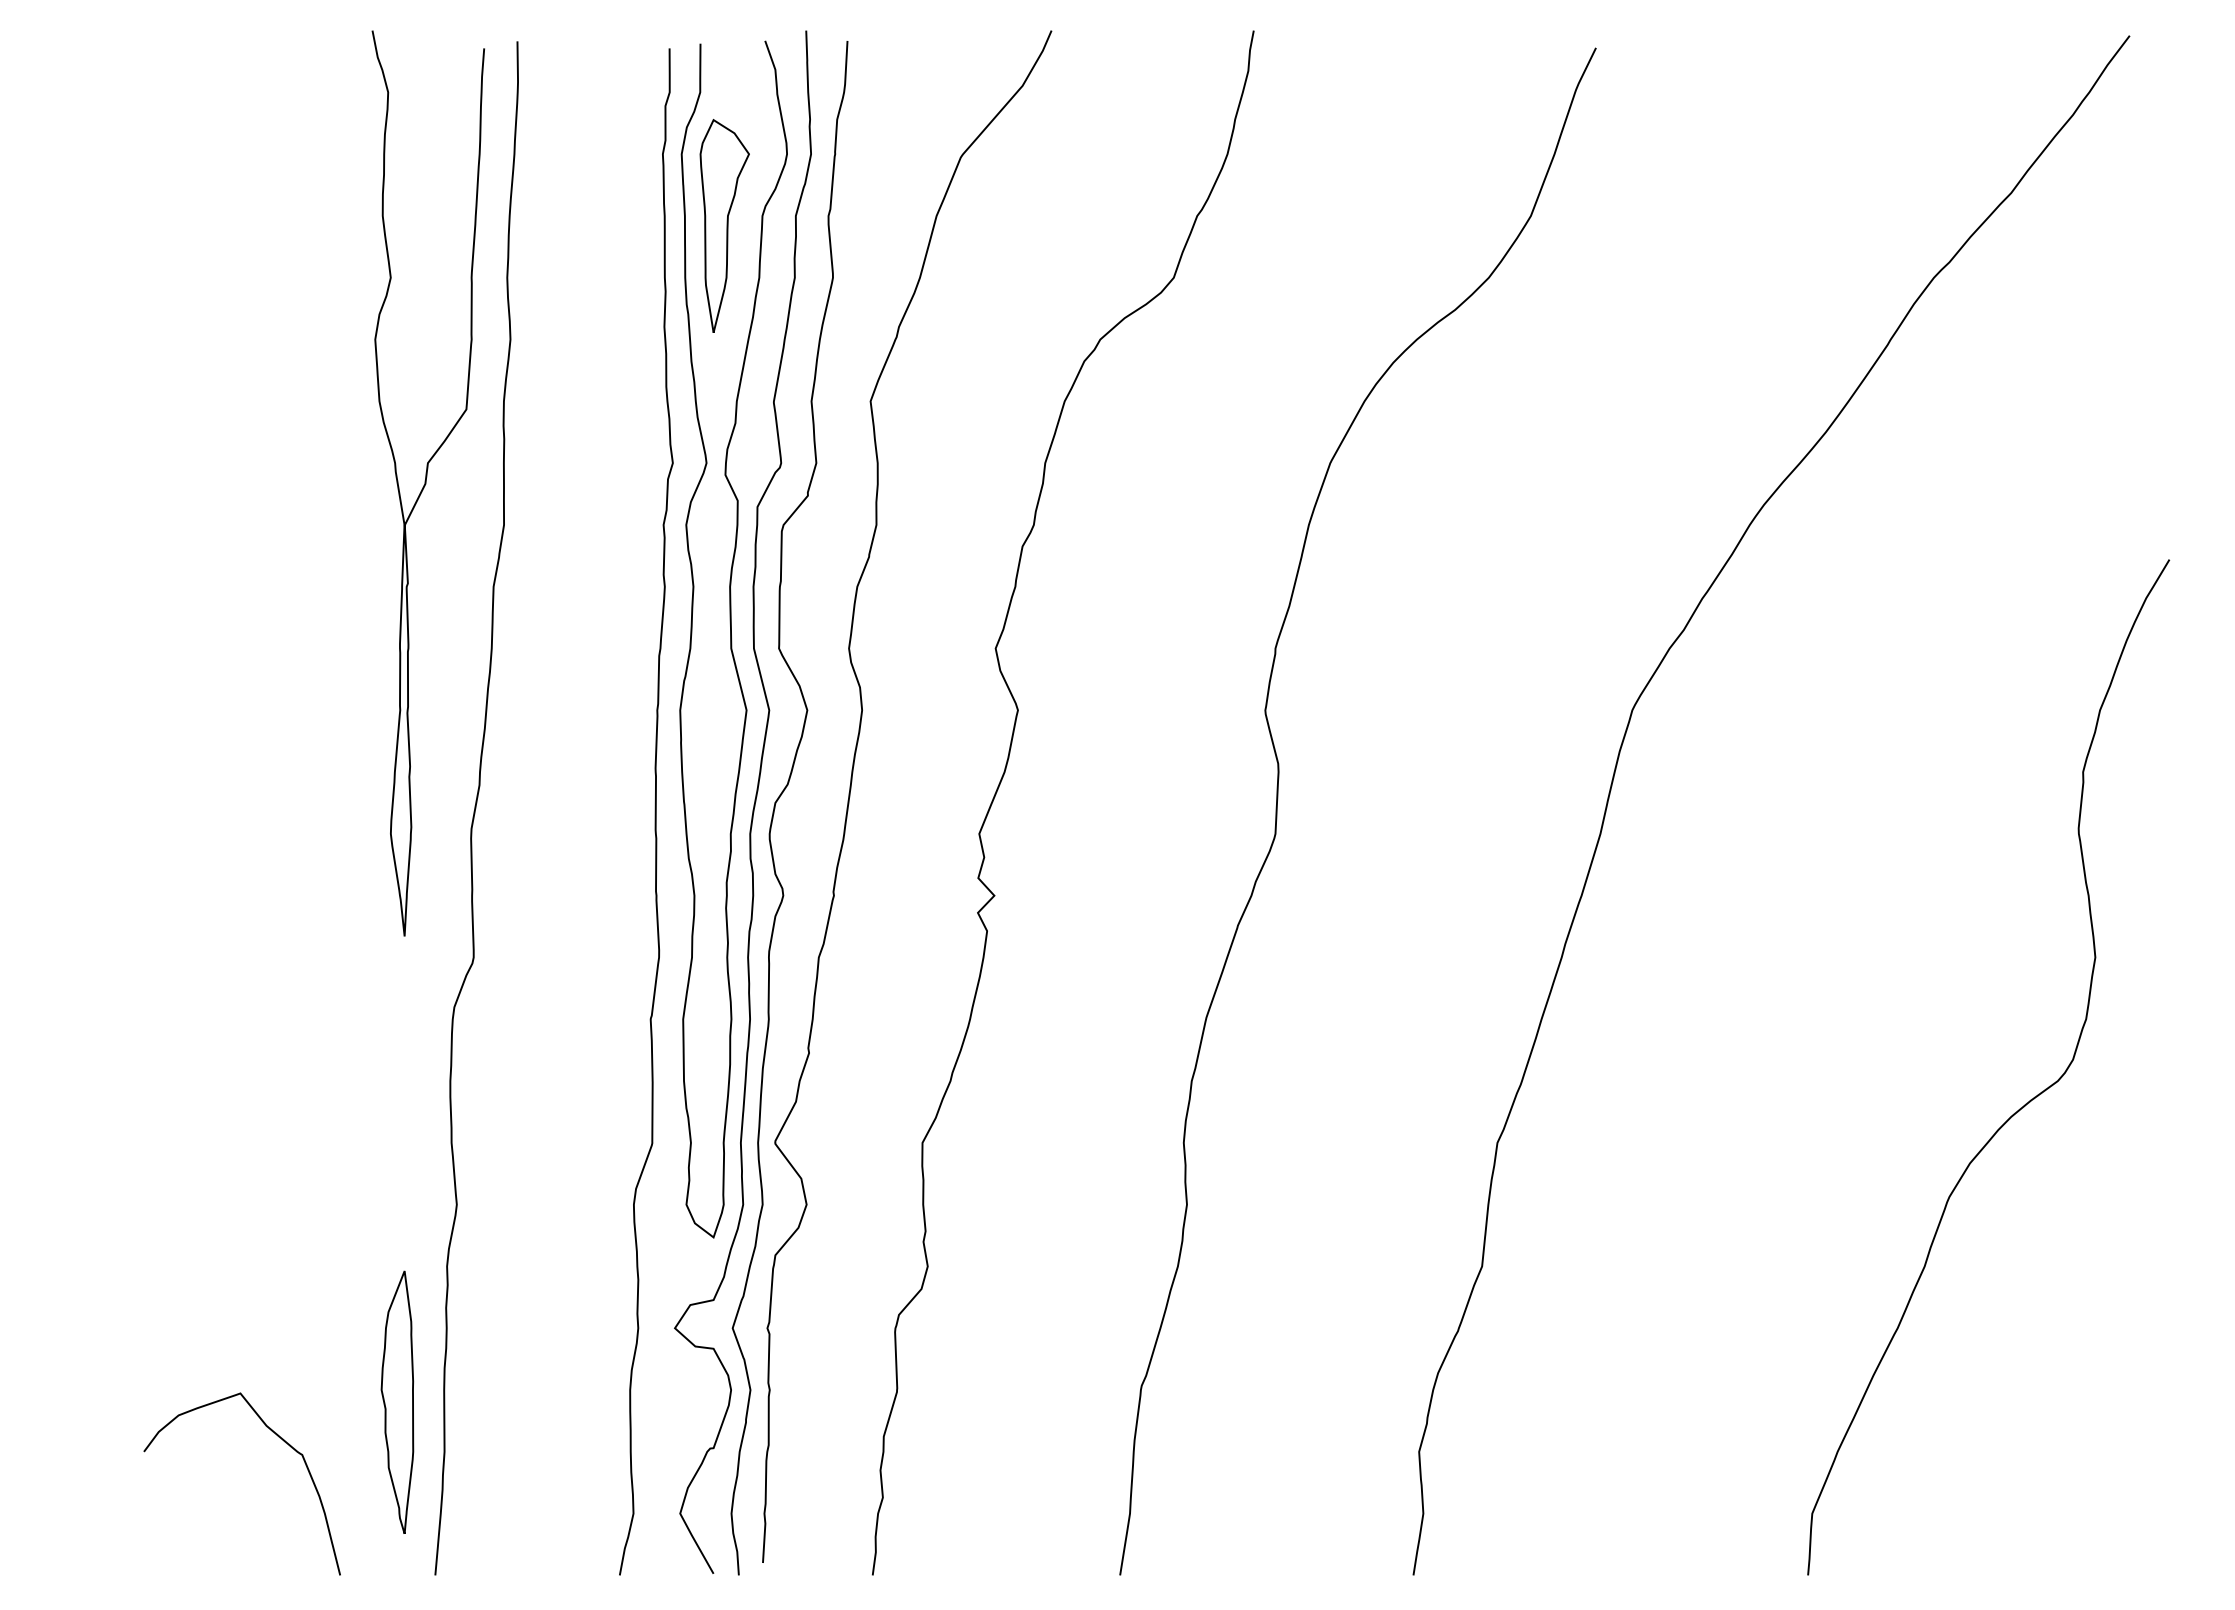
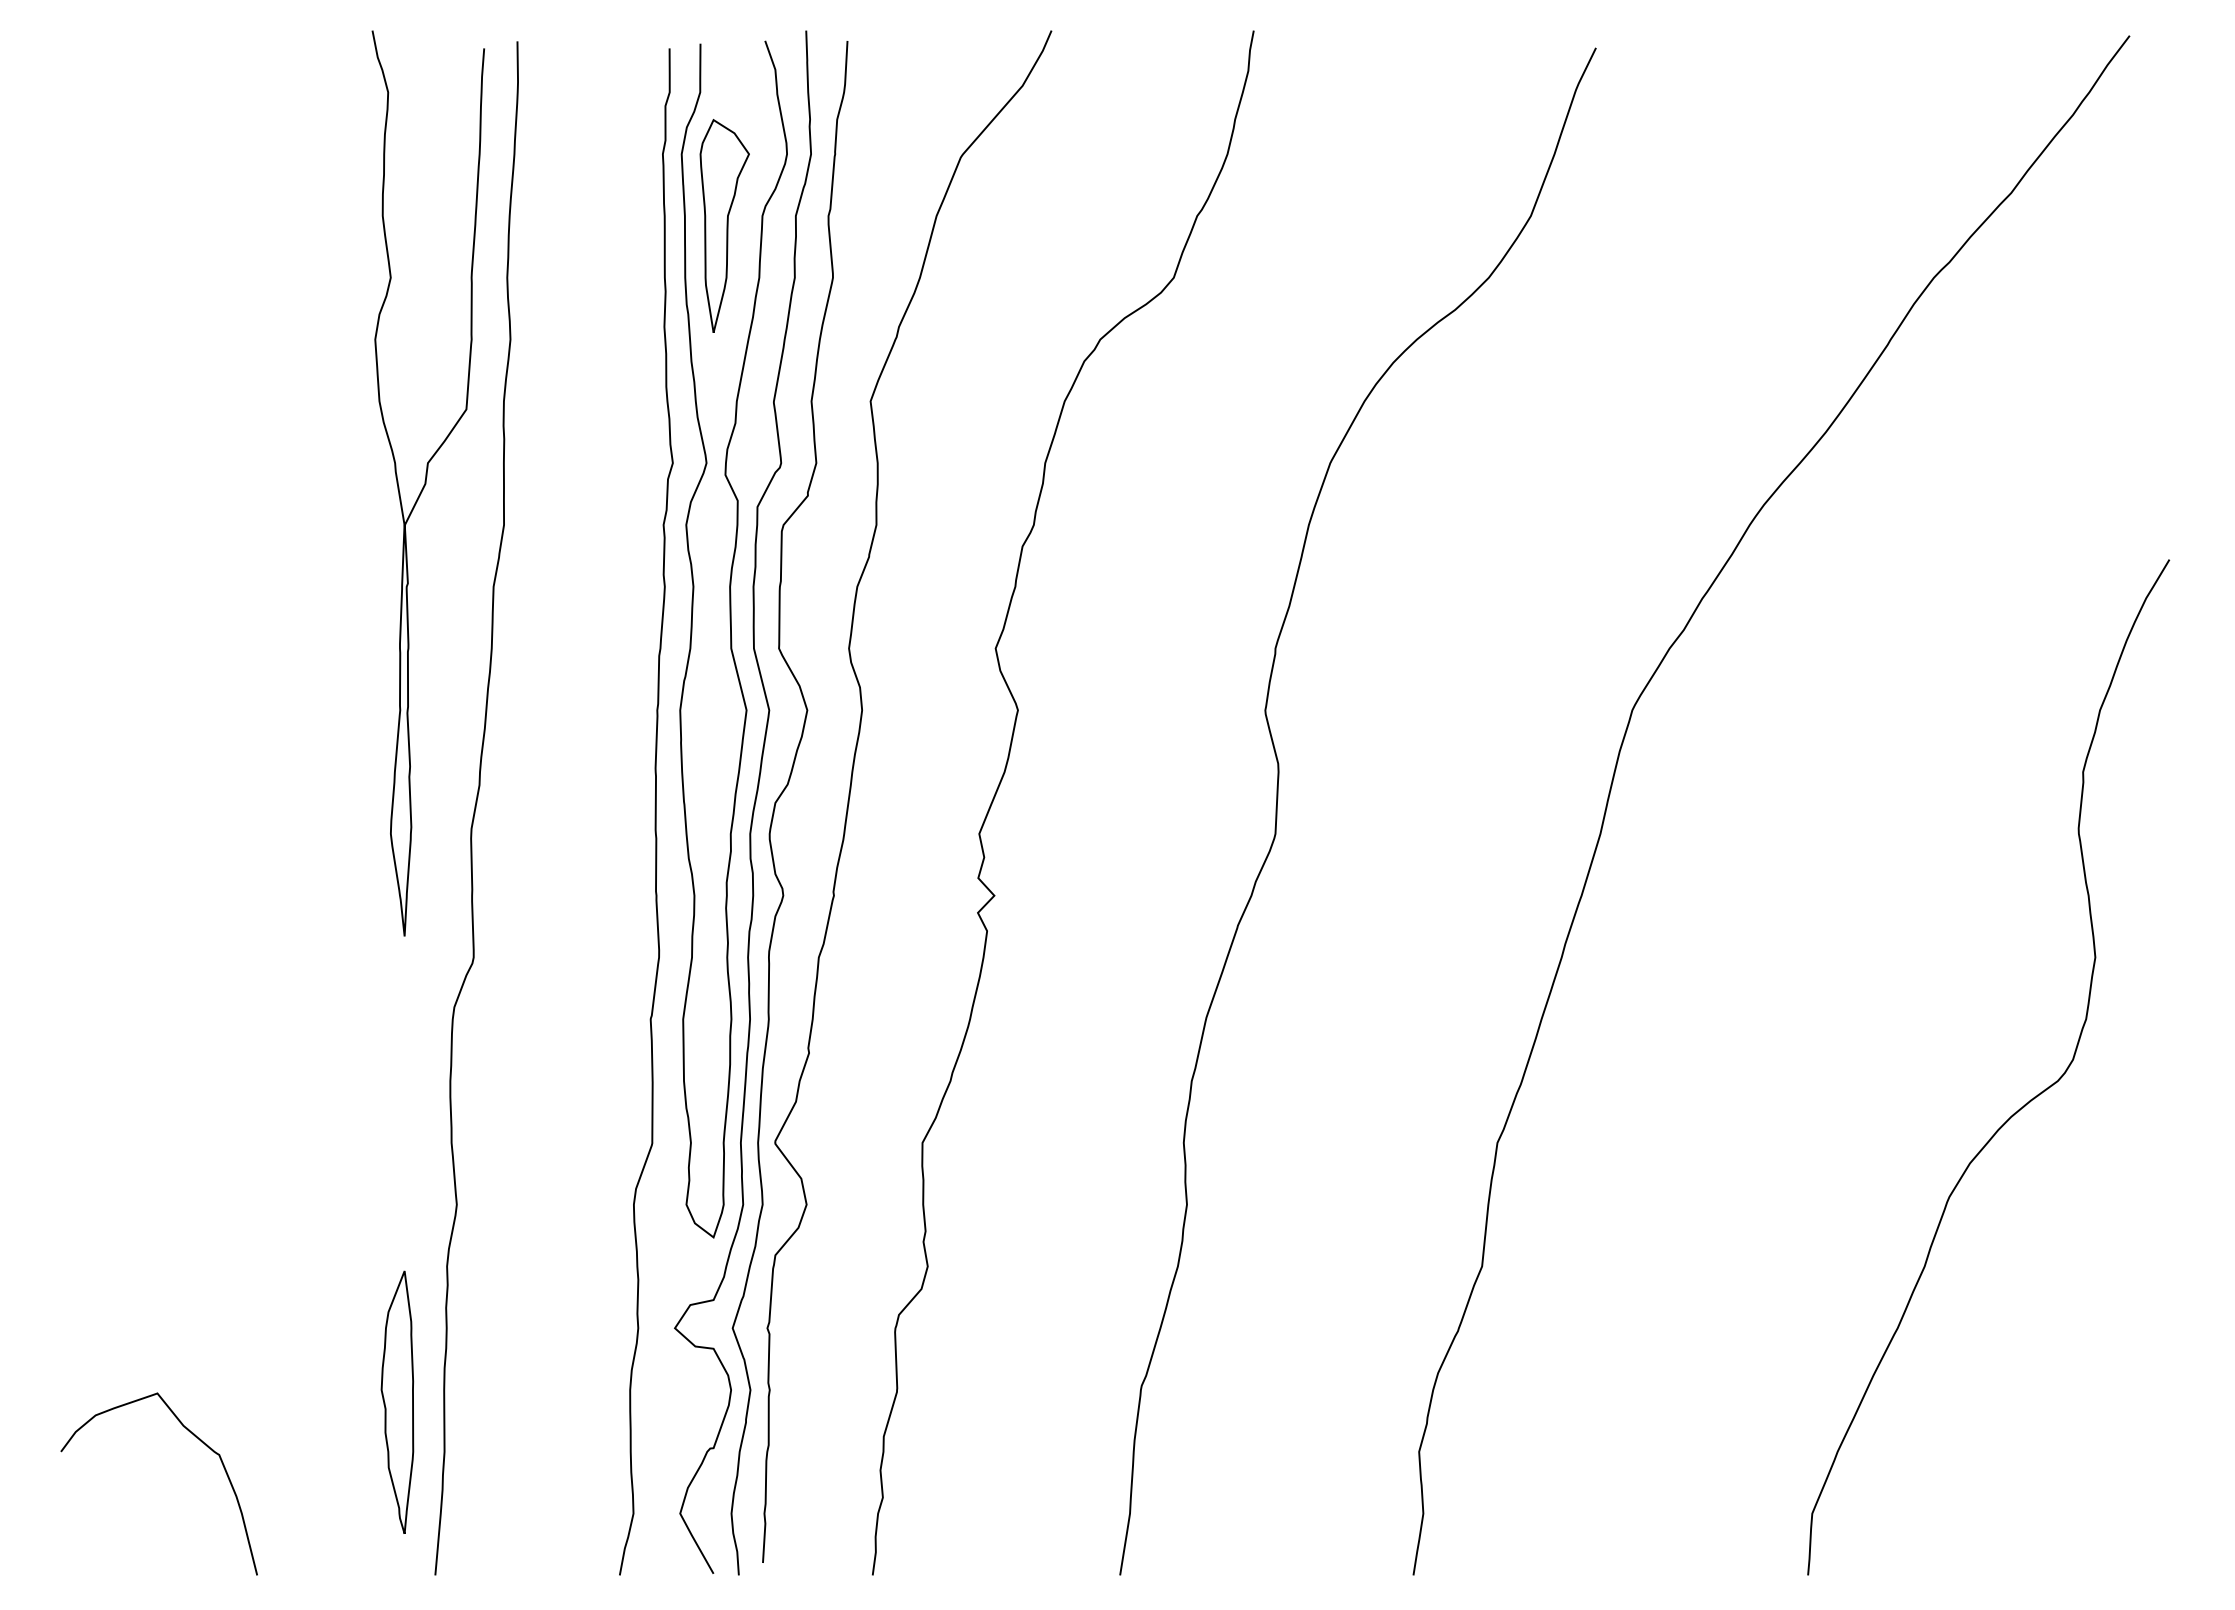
curve at (278, 1437) position: (278, 1437) -> (195, 1437)
